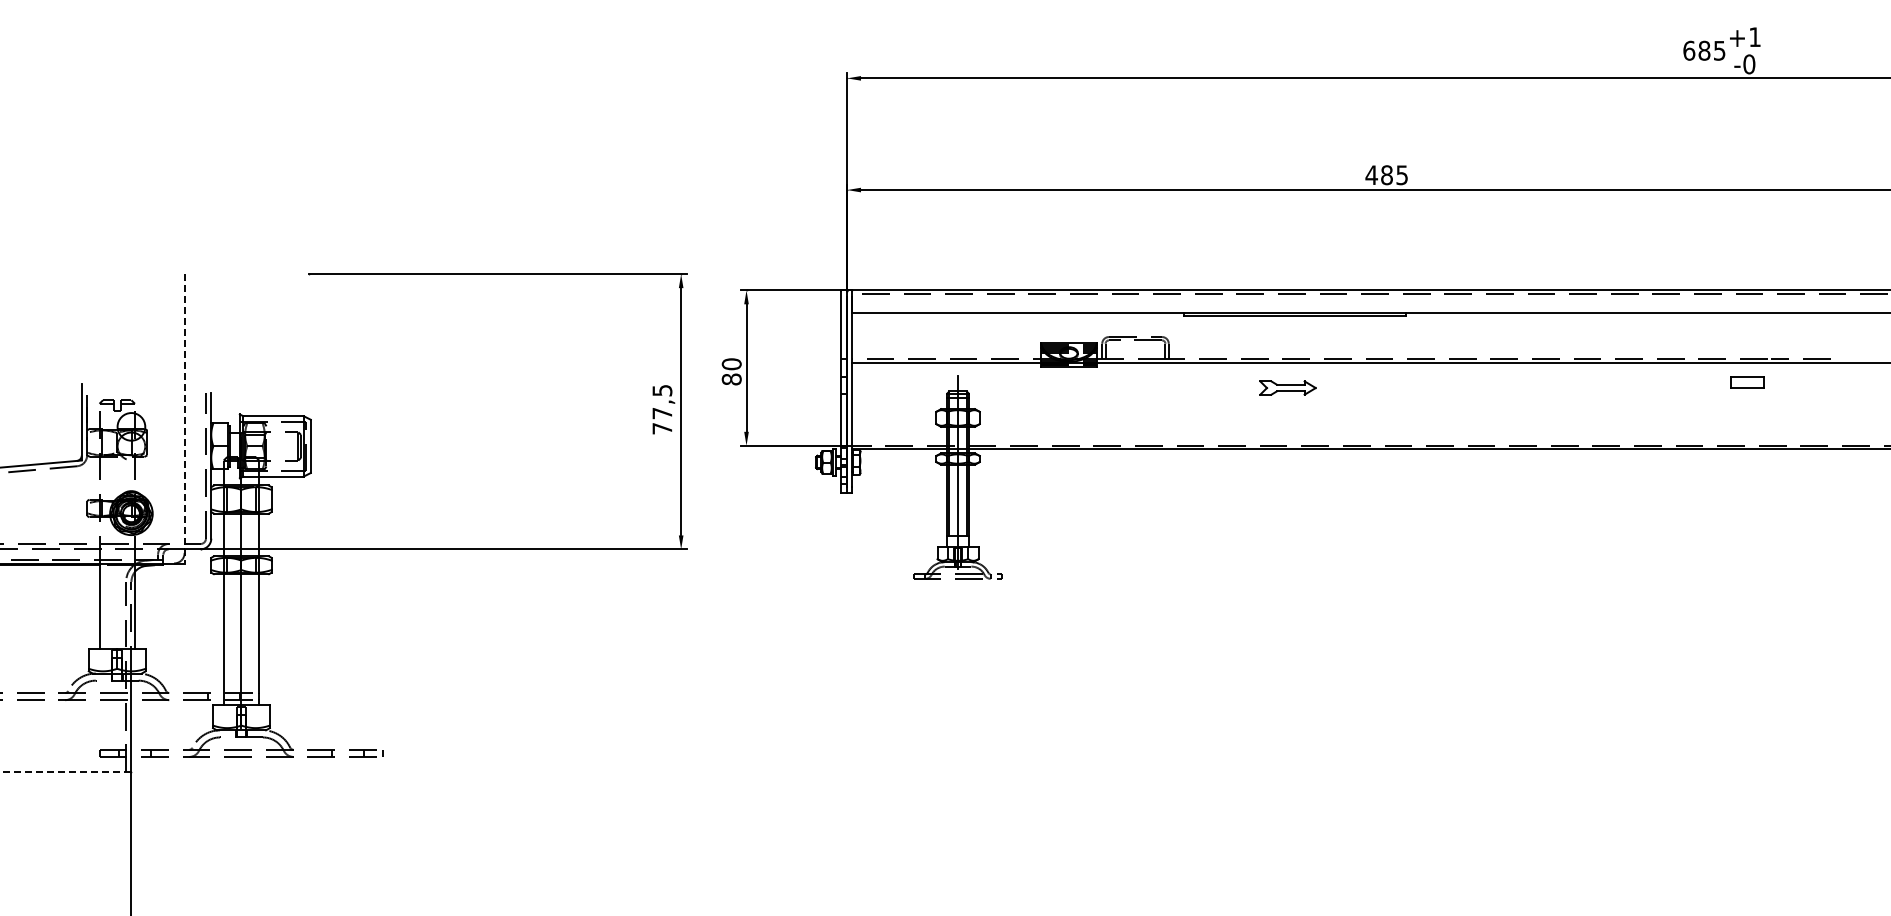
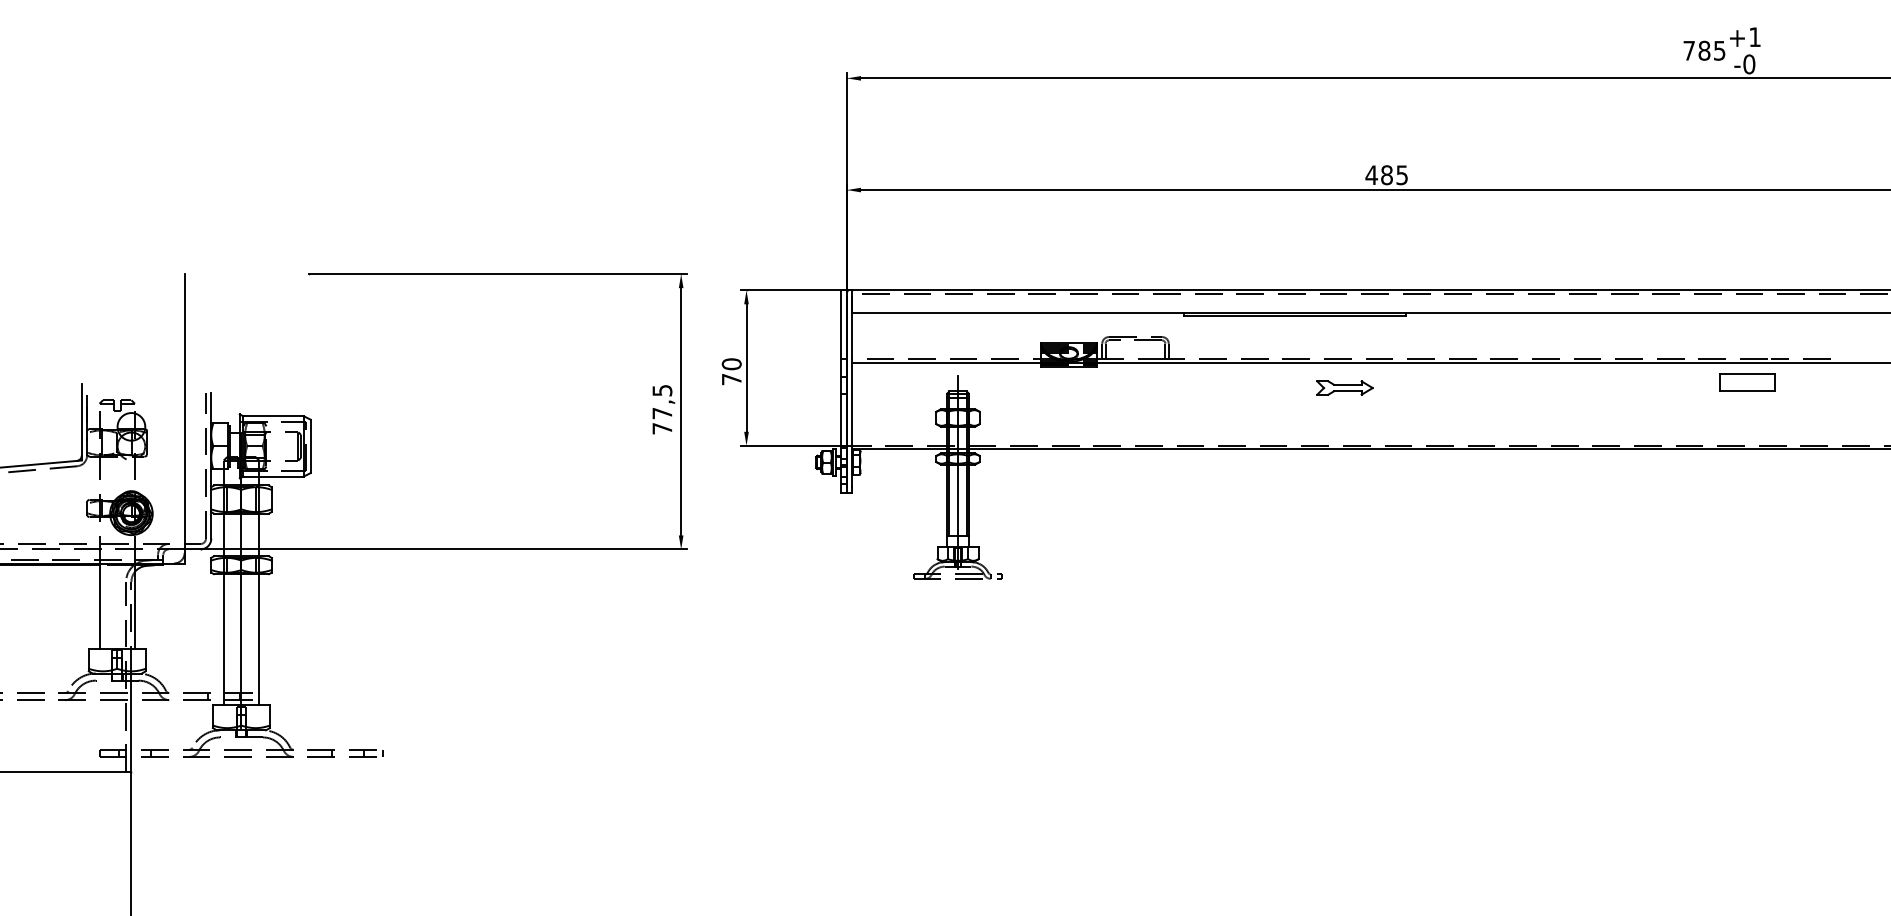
text at (1689, 50): 685 -> 785
text at (731, 379): 80 -> 70
part at (1747, 382) size: 35x13 px -> 57x19 px
part at (1287, 387) position: (1287, 387) -> (1344, 387)
line at (184, 419): dashed -> solid
line at (65, 772): dashed -> solid
